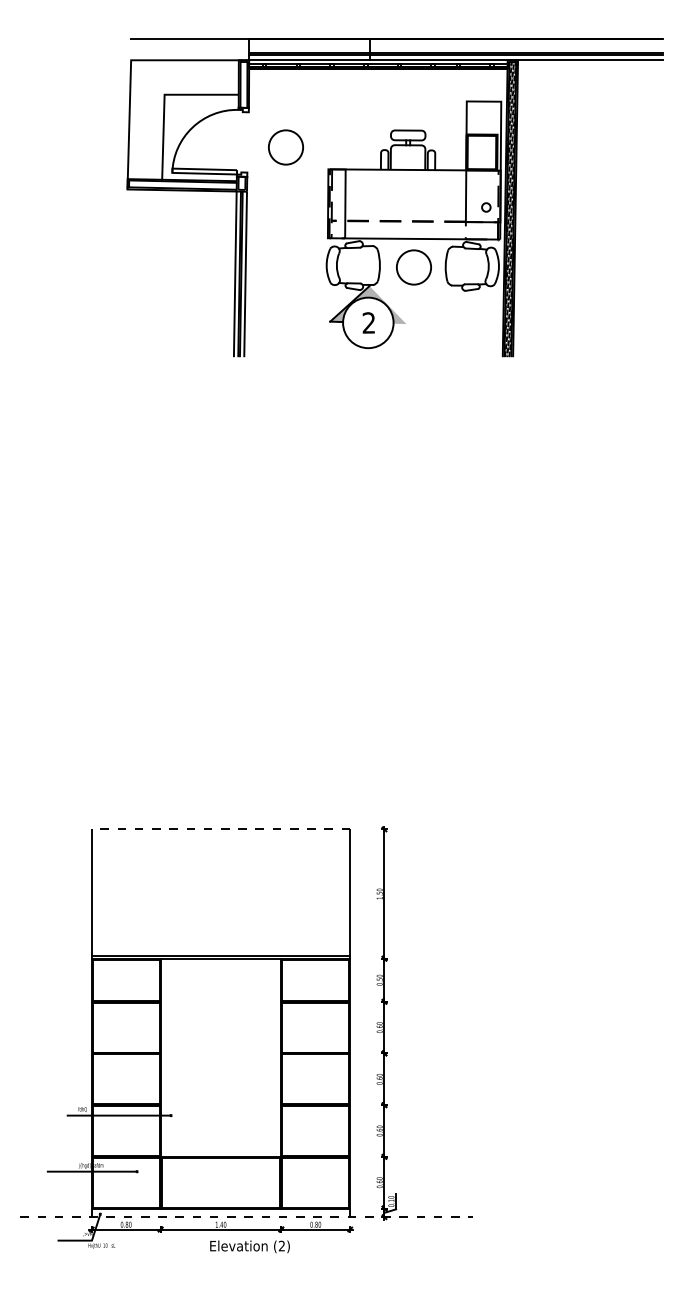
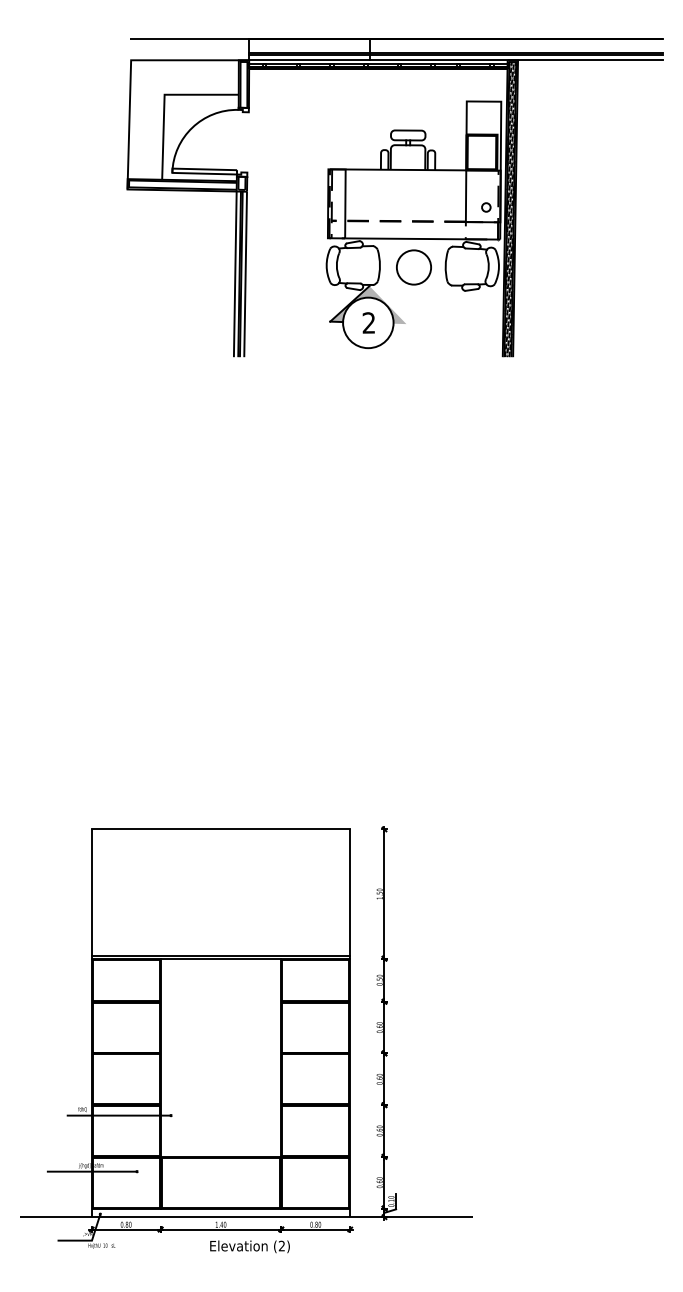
circle at (285, 147): present -> none
line at (220, 829): dashed -> solid
line at (247, 1217): dashed -> solid
